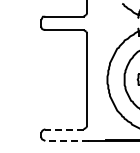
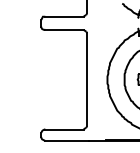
line at (64, 129): dashed -> solid
line at (67, 140): dashed -> solid
